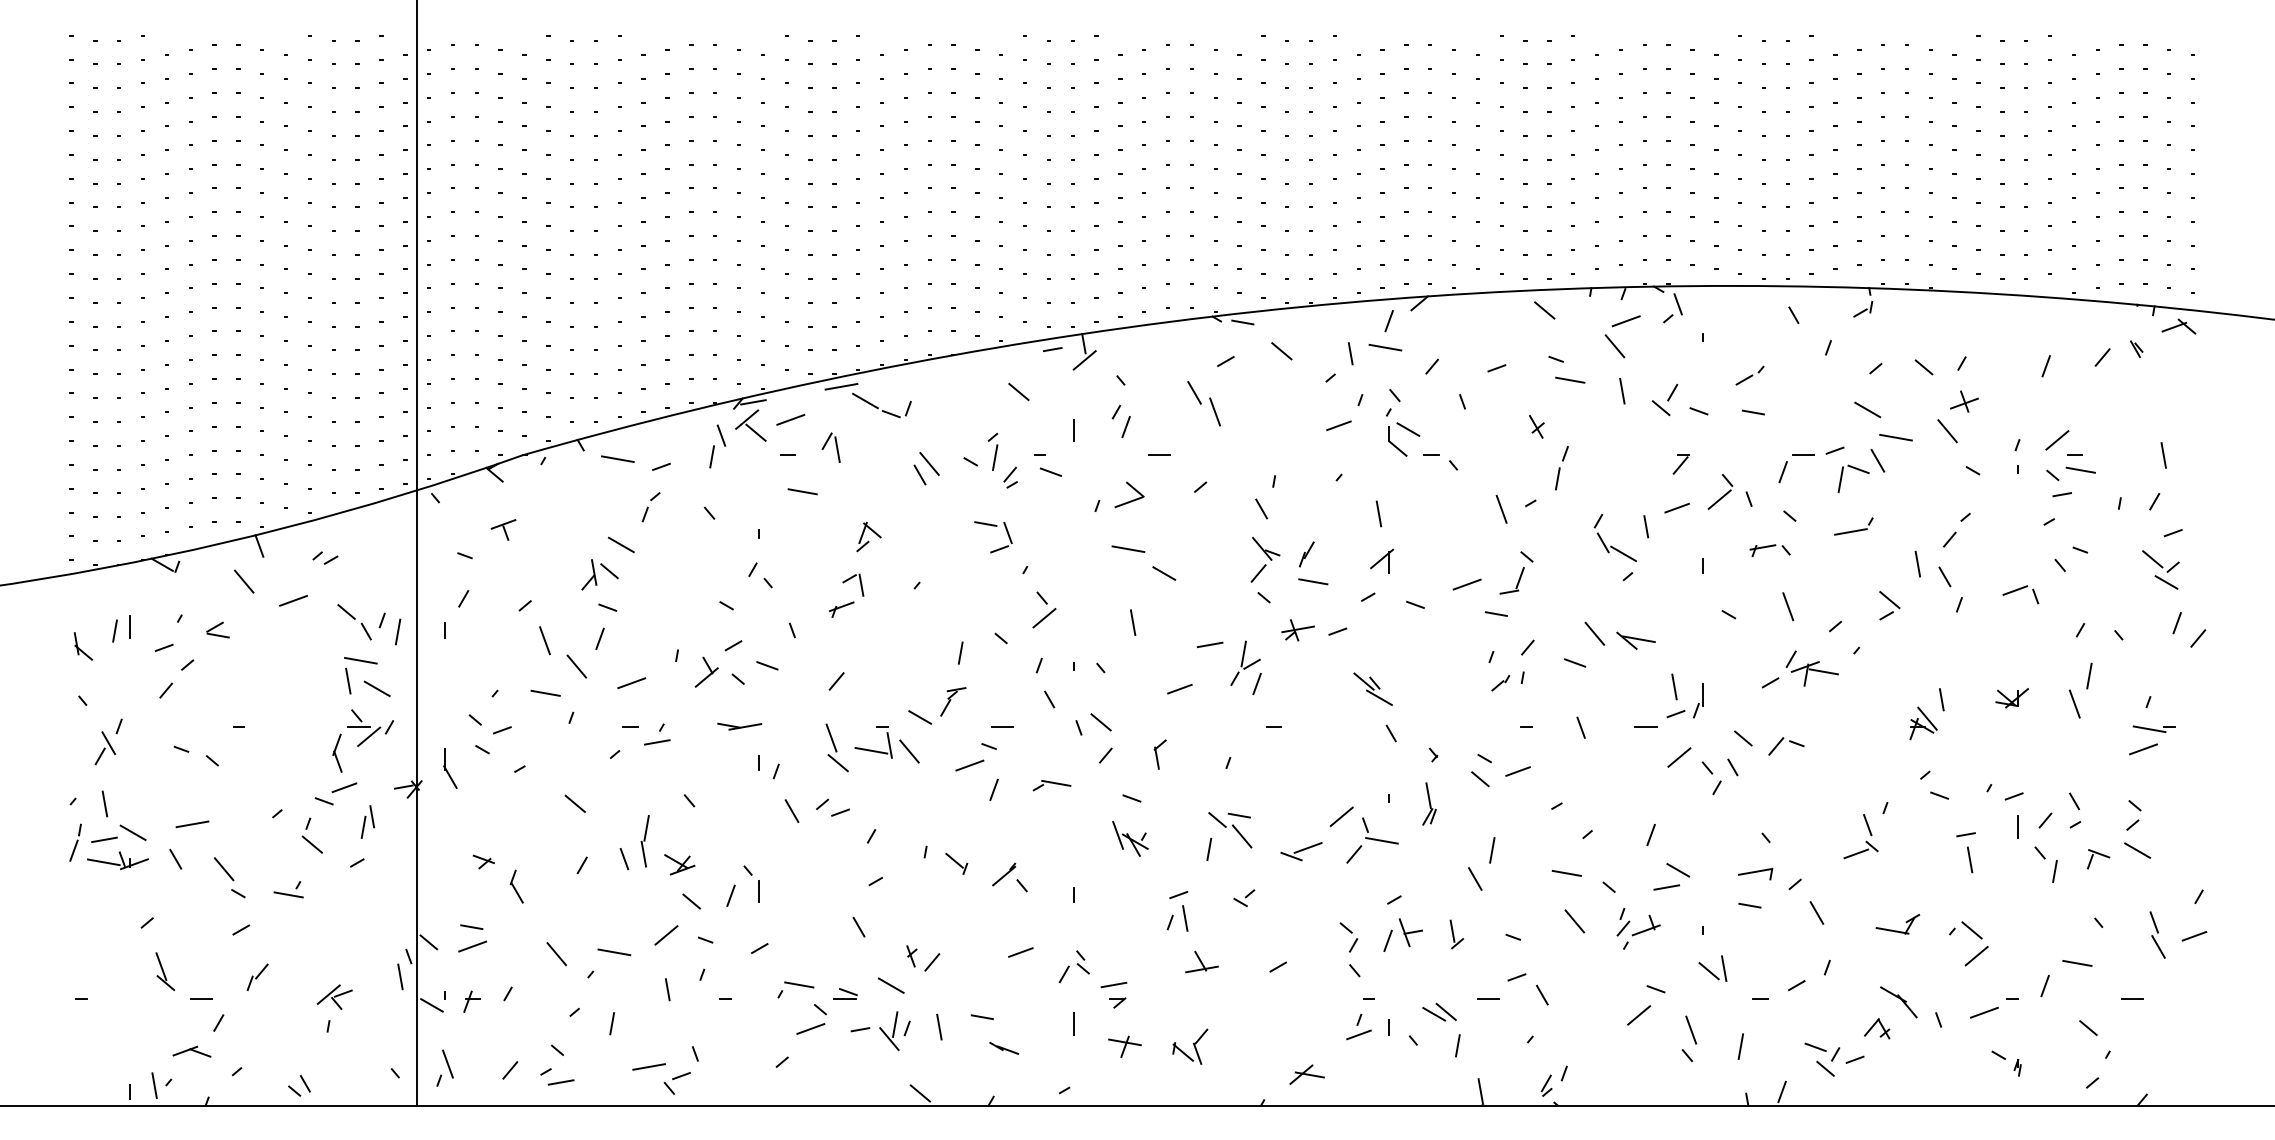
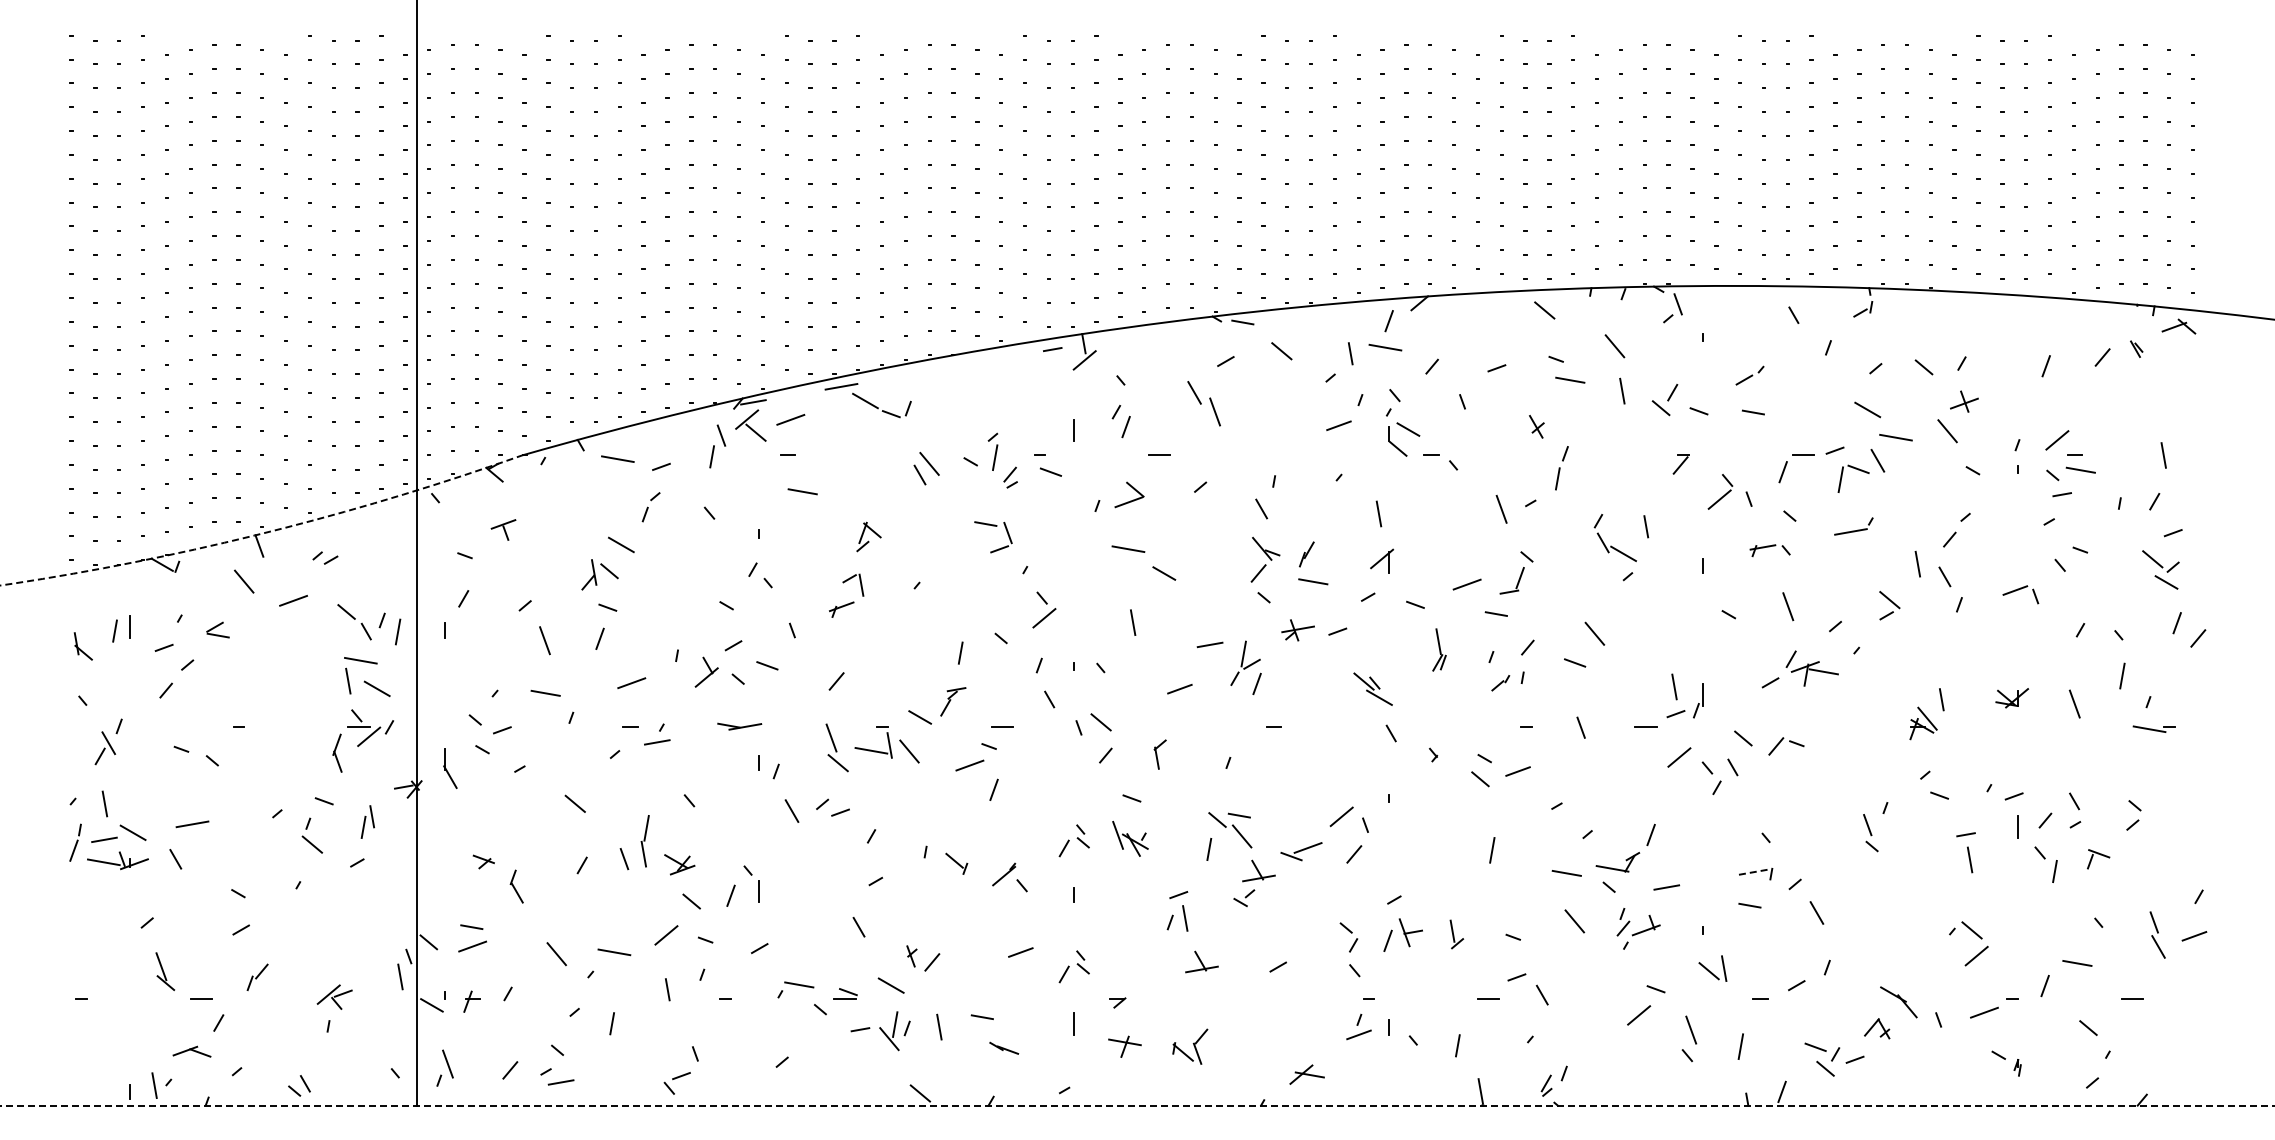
line at (1625, 321): present -> none
line at (1018, 391): present -> none
part at (830, 447): present -> none
line at (1676, 507): present -> none
arc at (266, 532): solid -> dashed
part at (1635, 640): present -> none
line at (576, 666): present -> none
line at (2089, 675) position: (2089, 675) -> (2122, 675)
line at (2143, 749): present -> none
part at (1051, 785): present -> none
line at (344, 787): present -> none
part at (1429, 803) position: (1429, 803) -> (1439, 649)
part at (1073, 840): none -> present
line at (1381, 840): present -> none
line at (2137, 850): present -> none
line at (1856, 853): present -> none
line at (223, 869): present -> none
part at (1258, 870): none -> present
line at (1678, 870): present -> none
line at (1755, 871): solid -> dashed
line at (1475, 878): present -> none
line at (288, 894): present -> none
part at (1897, 924) position: (1897, 924) -> (1617, 862)
line at (1113, 984): present -> none
line at (1445, 1011): present -> none
line at (1434, 1014): present -> none
line at (810, 1028): present -> none
line at (649, 1066): present -> none
line at (1137, 1105): solid -> dashed
